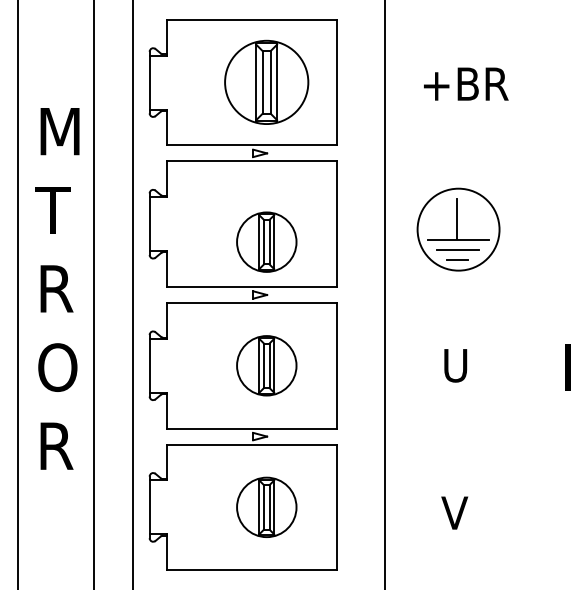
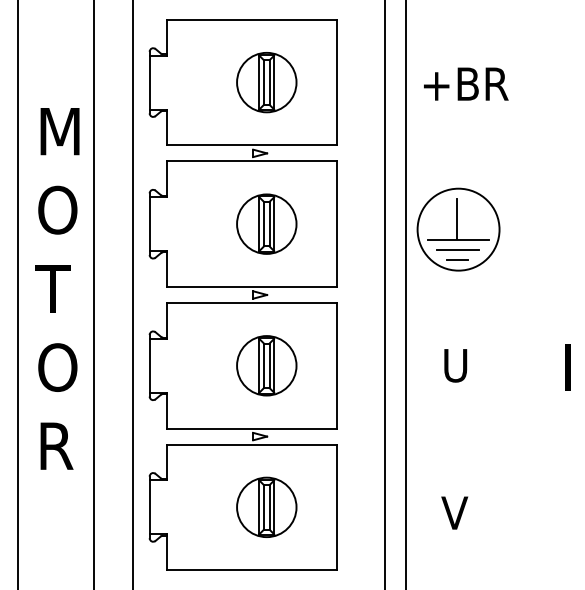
part at (266, 81) size: 86x86 px -> 62x62 px
text at (56, 209): T -> O
part at (266, 241) position: (266, 241) -> (266, 223)
text at (54, 288): R -> T
line at (405, 294): none -> present
